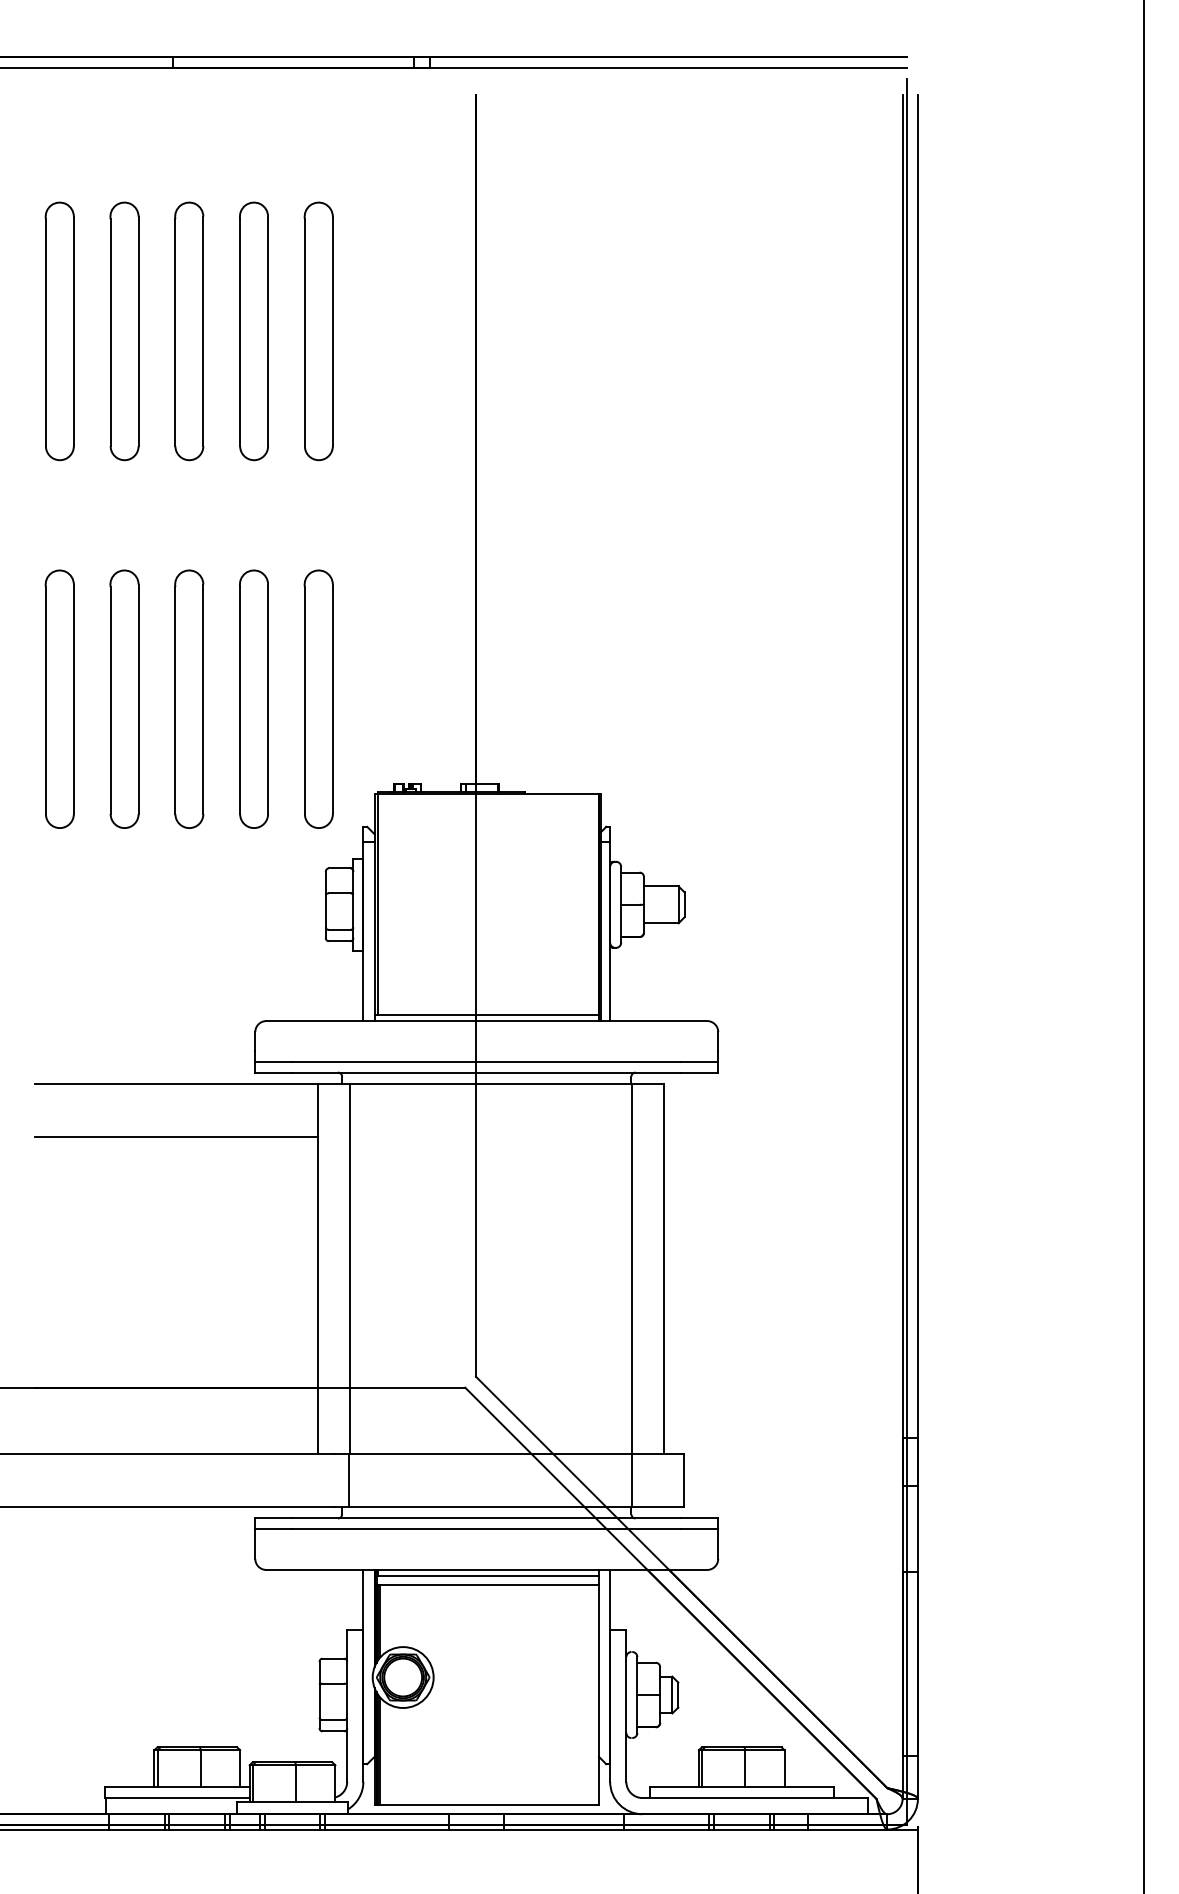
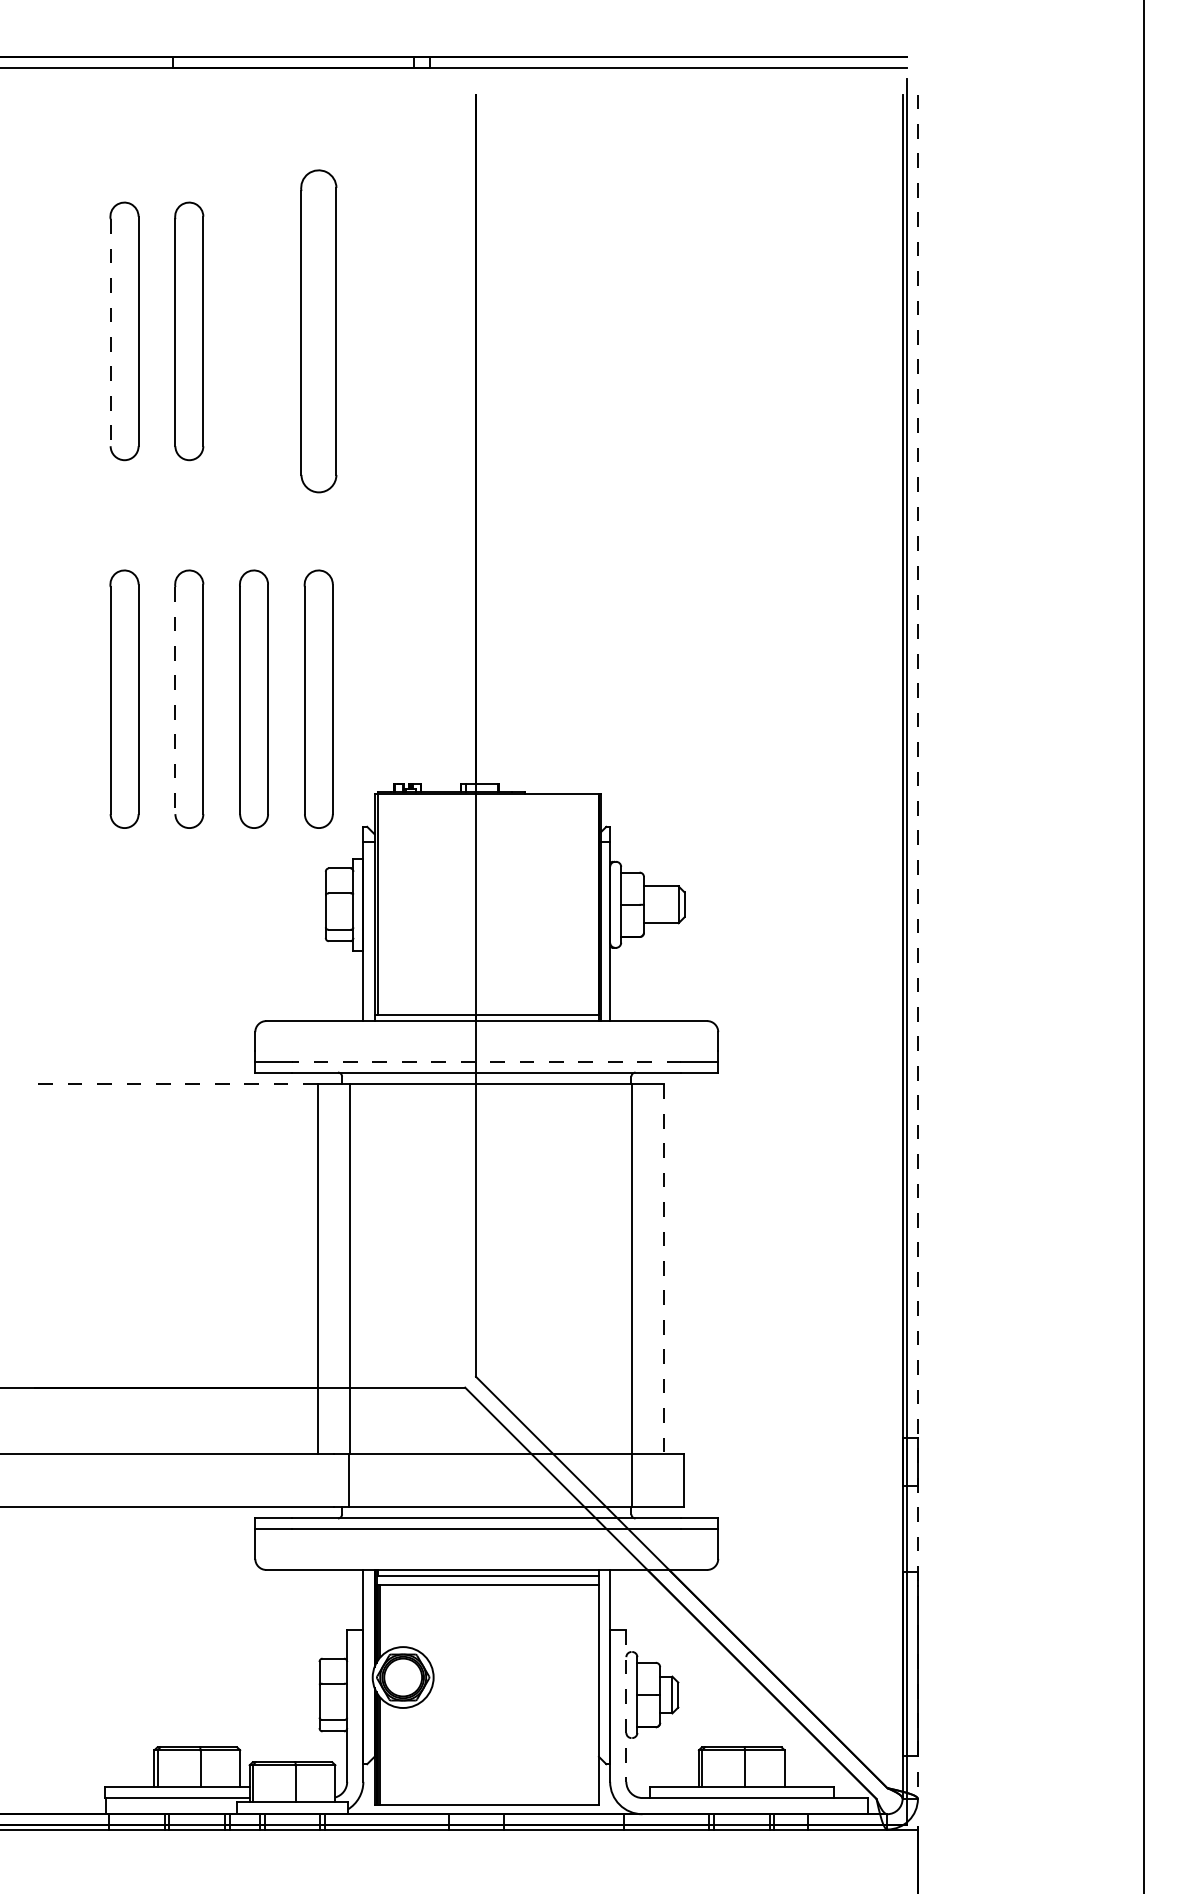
part at (59, 331): present -> none
part at (253, 331): present -> none
part at (318, 331) size: 31x261 px -> 38x325 px
line at (110, 332): solid -> dashed
part at (59, 698): present -> none
line at (175, 700): solid -> dashed
line at (917, 947): solid -> dashed
line at (486, 1061): solid -> dashed
line at (176, 1084): solid -> dashed
line at (176, 1136): present -> none
line at (663, 1269): solid -> dashed
line at (626, 1706): solid -> dashed
